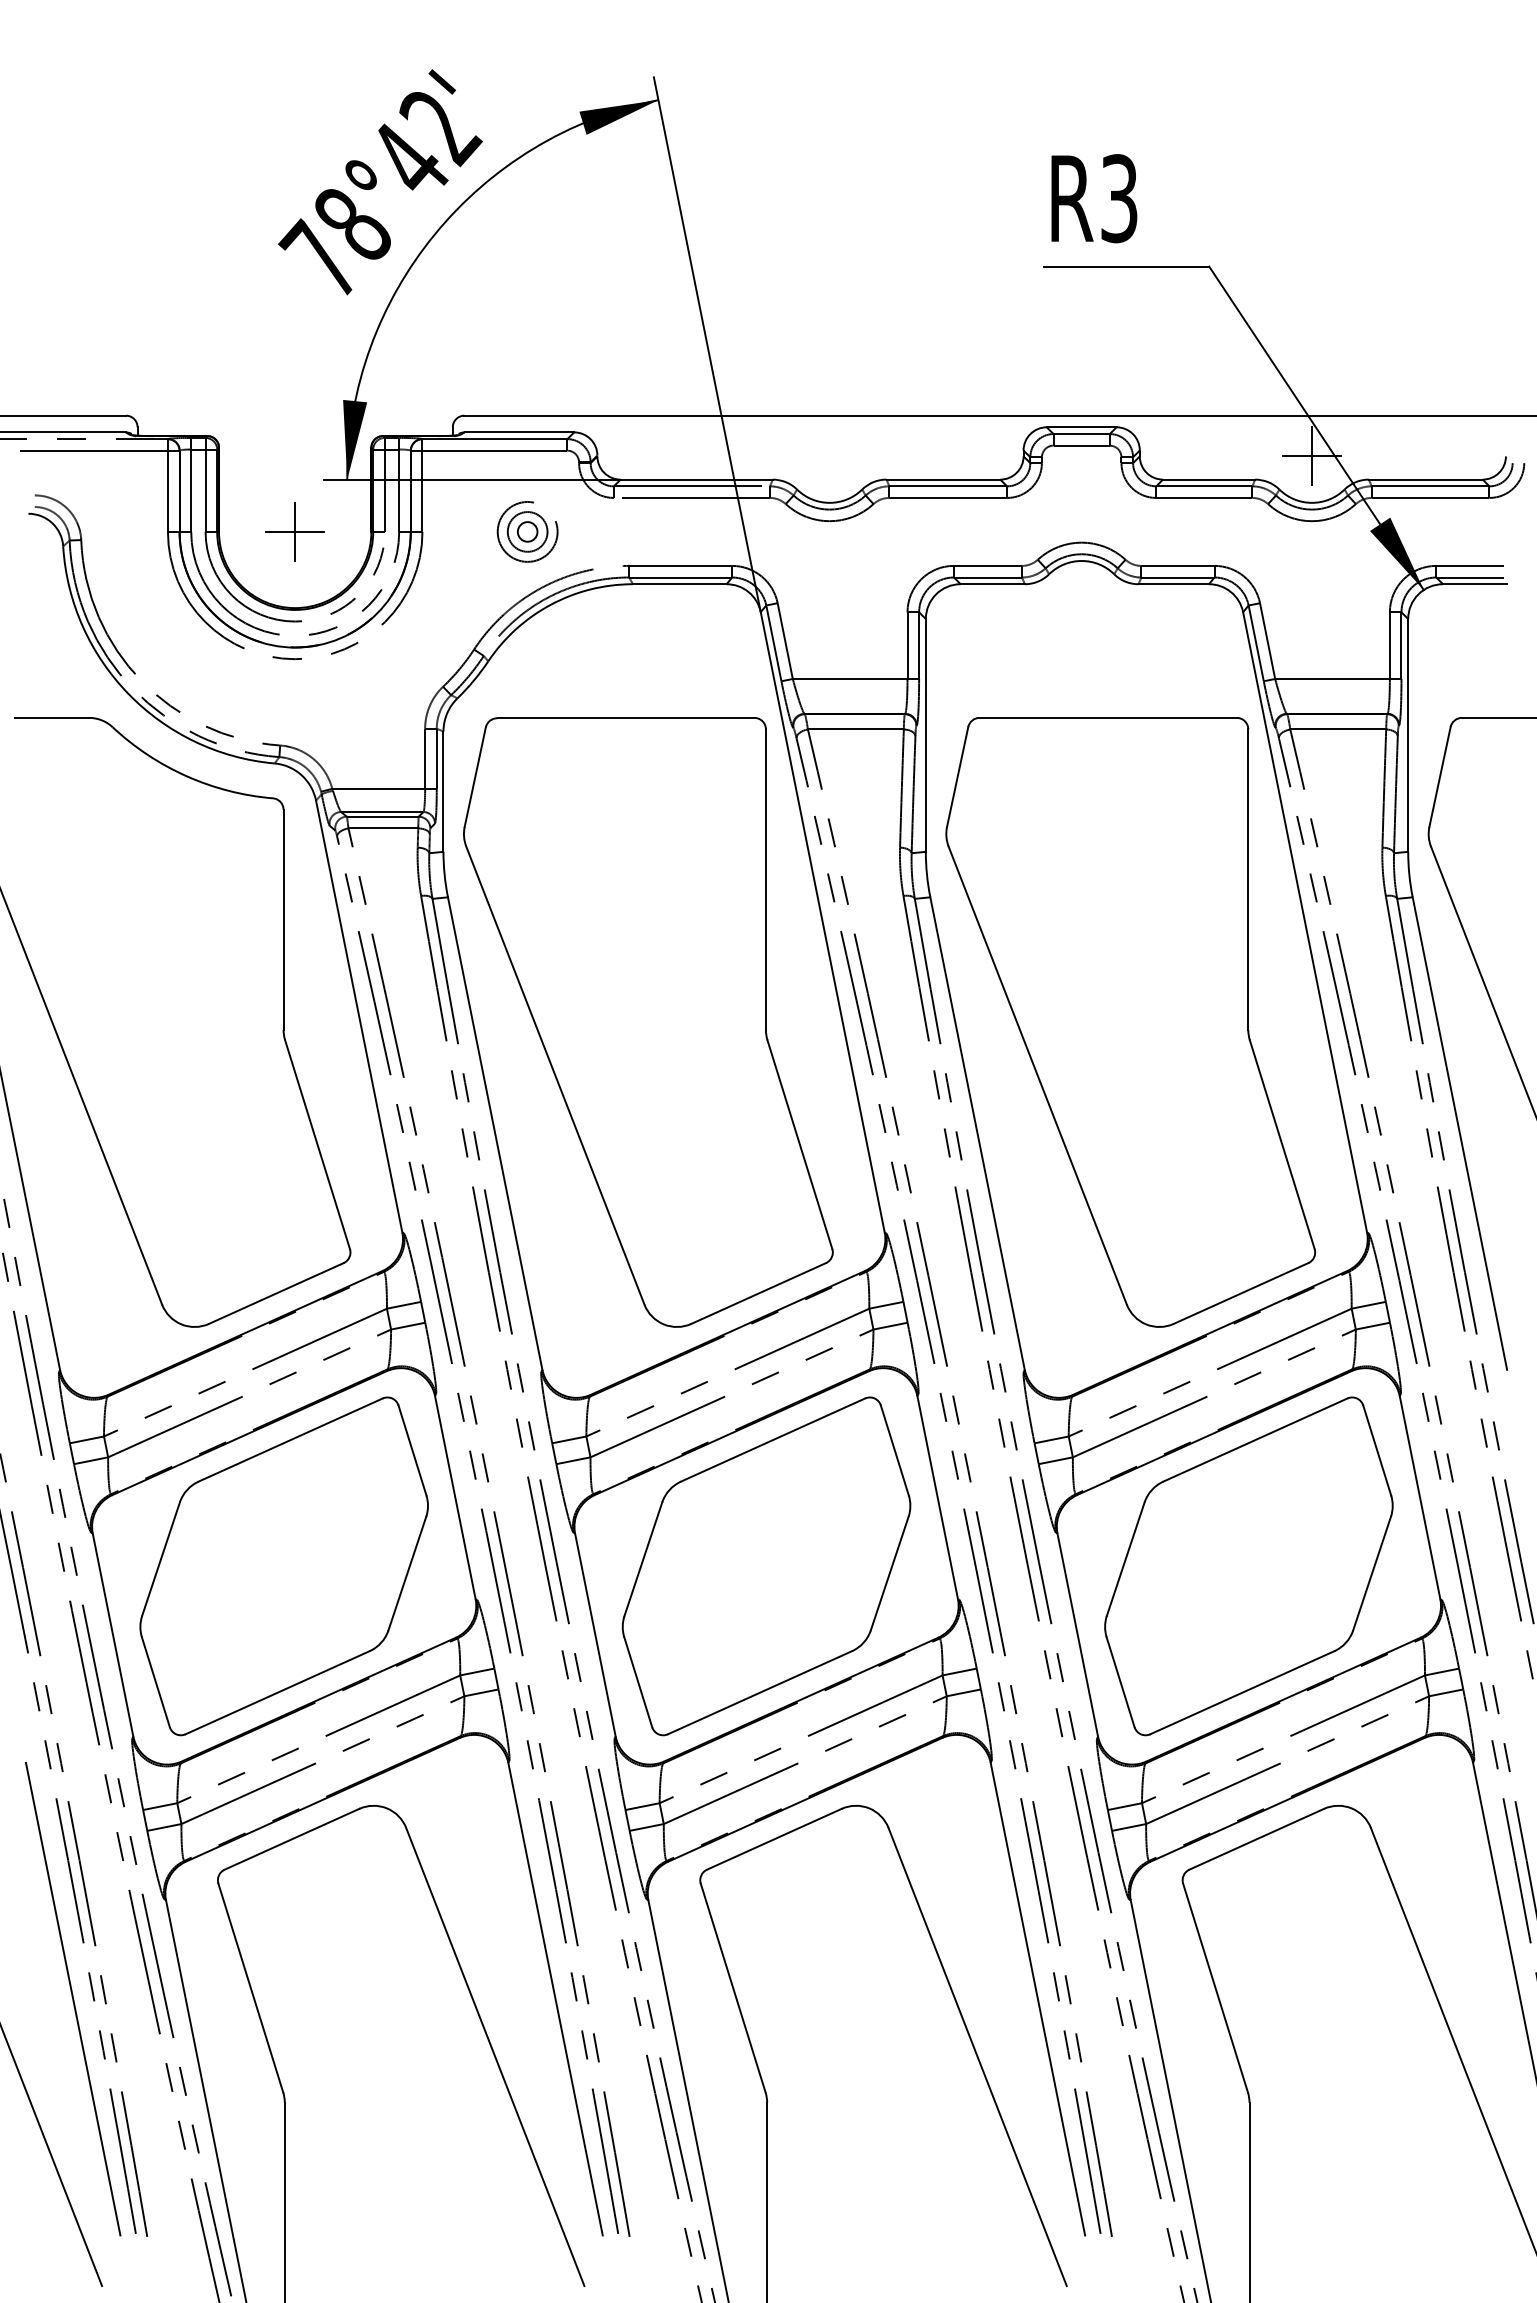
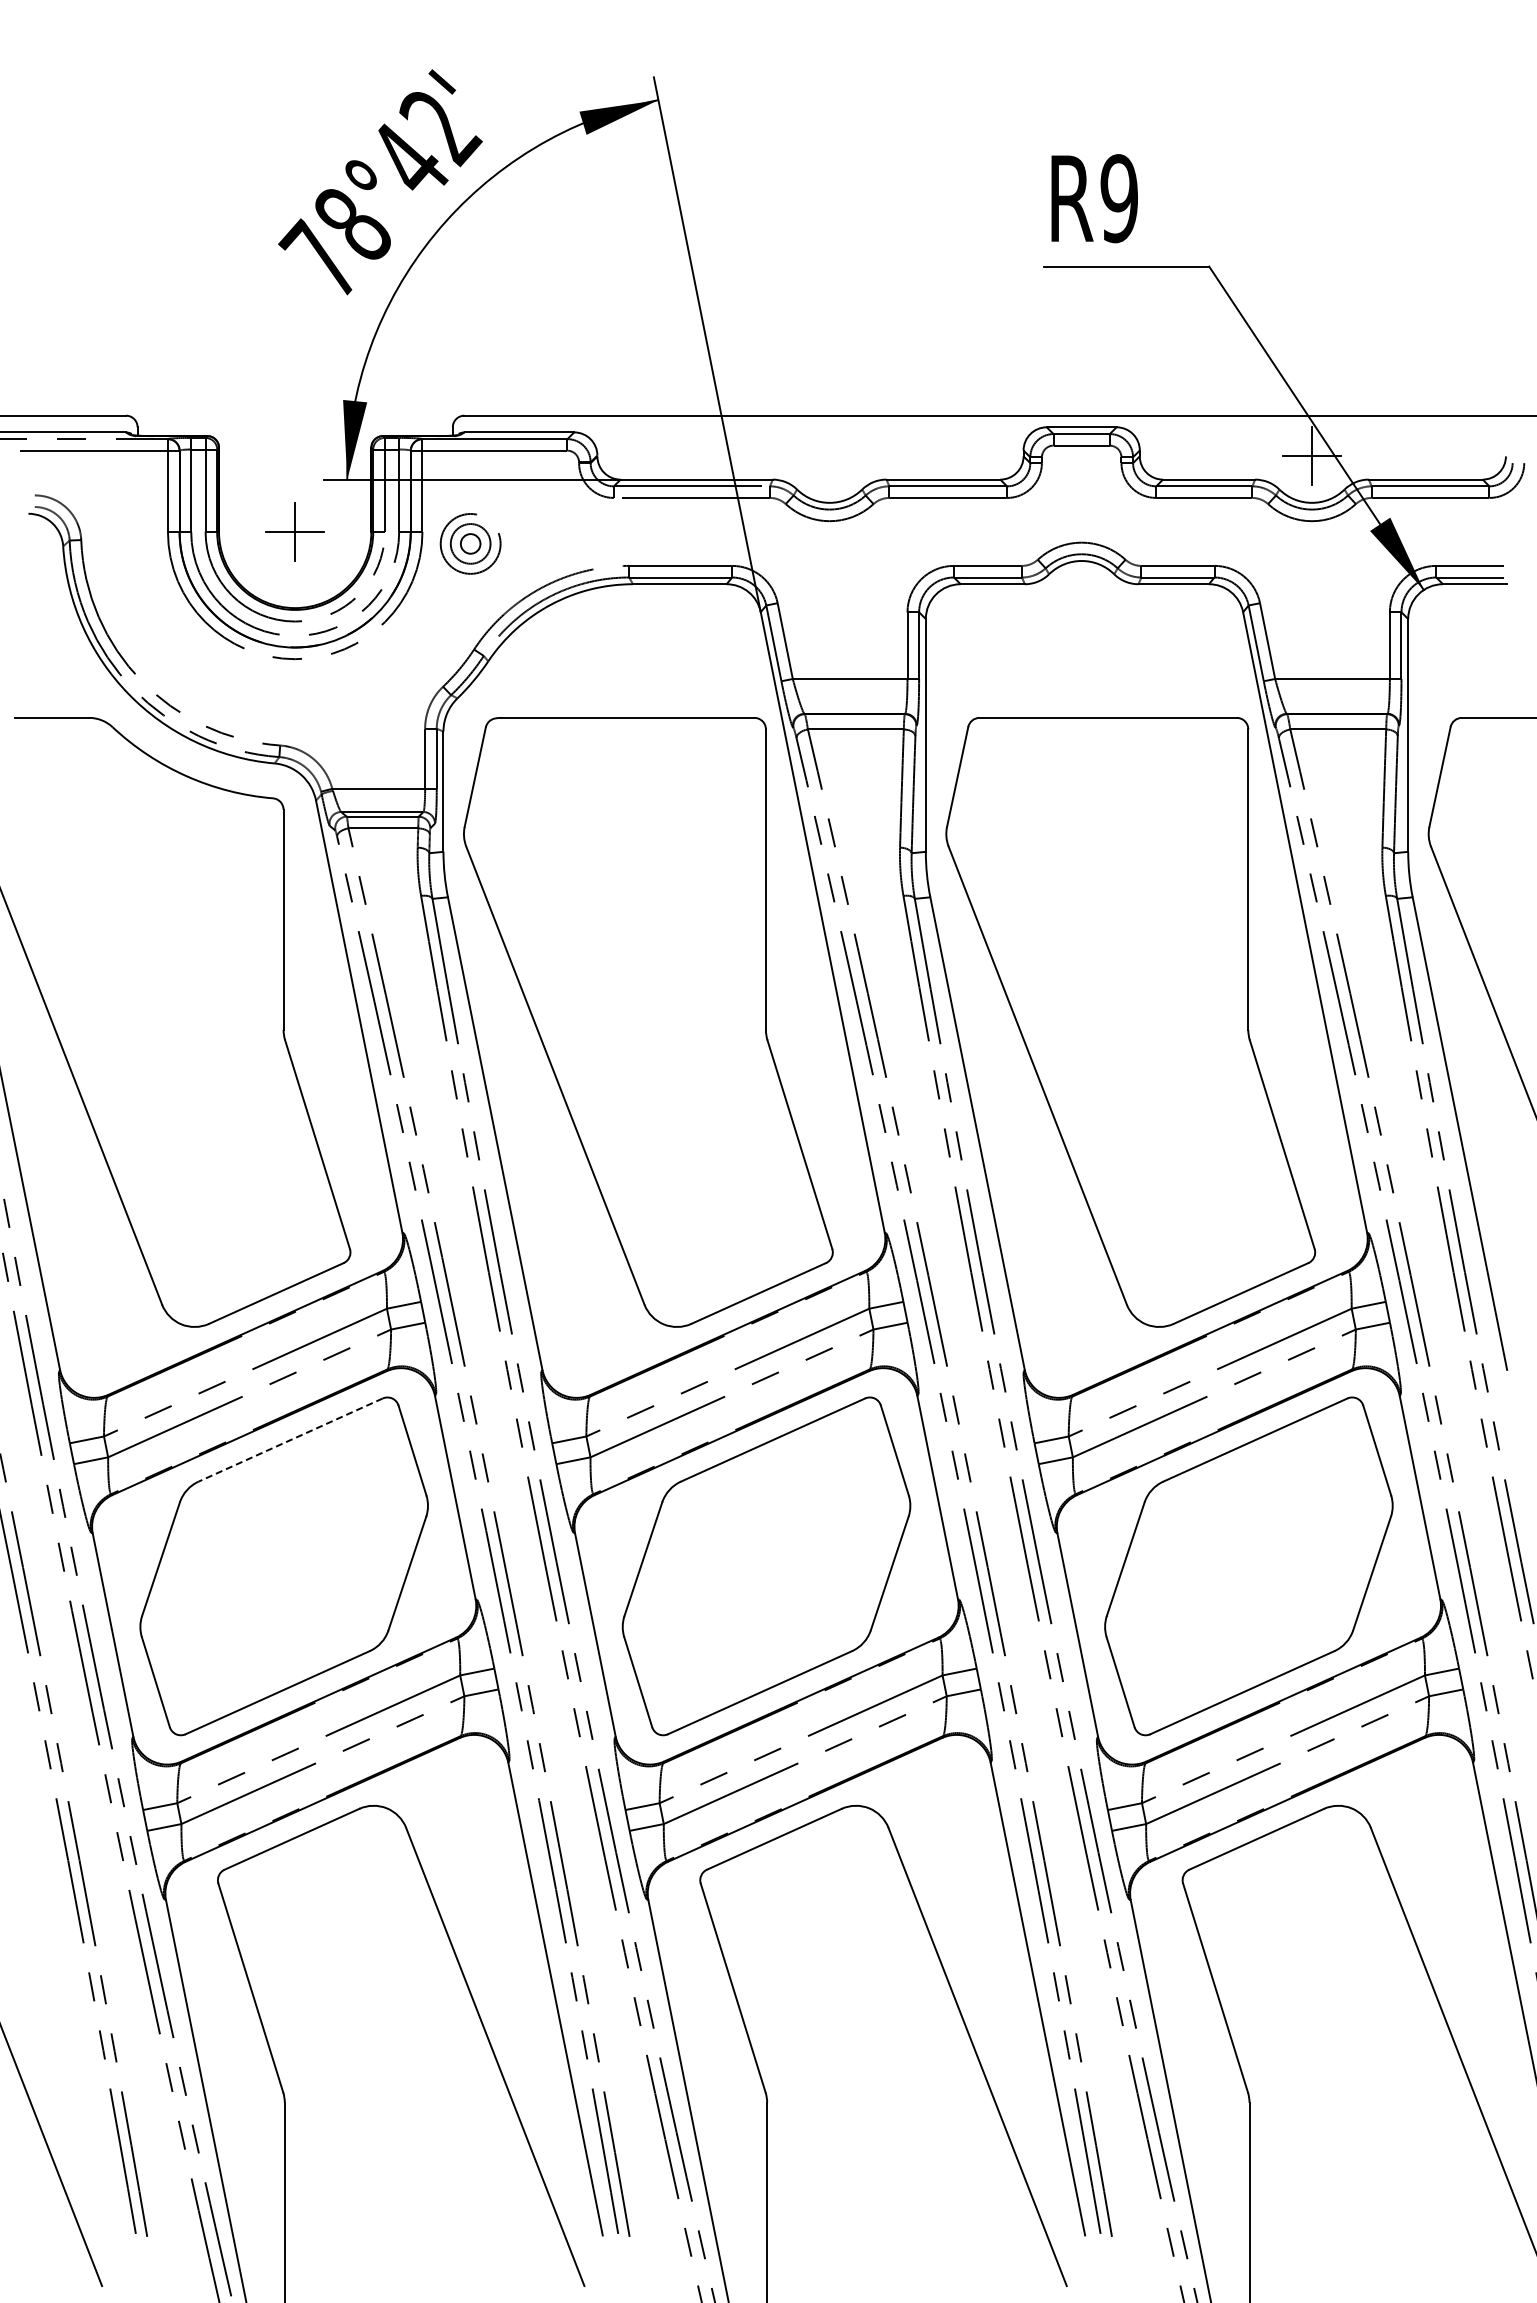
text at (1118, 198): R3 -> R9
part at (527, 531) position: (527, 531) -> (470, 543)
line at (290, 1440): solid -> dashed
line at (72, 1998): present -> none
